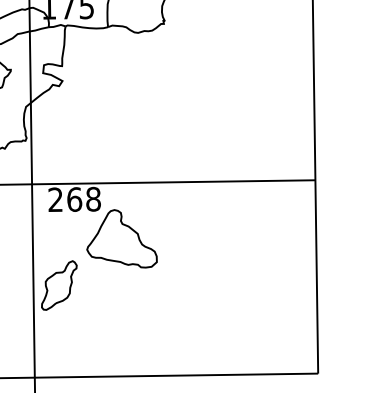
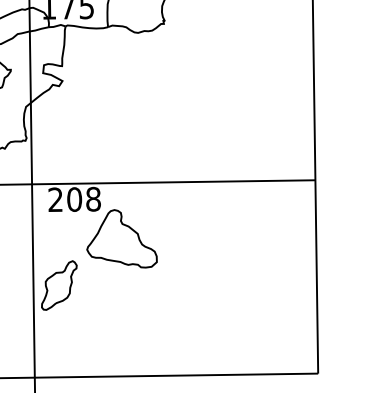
text at (74, 199): 268 -> 208
